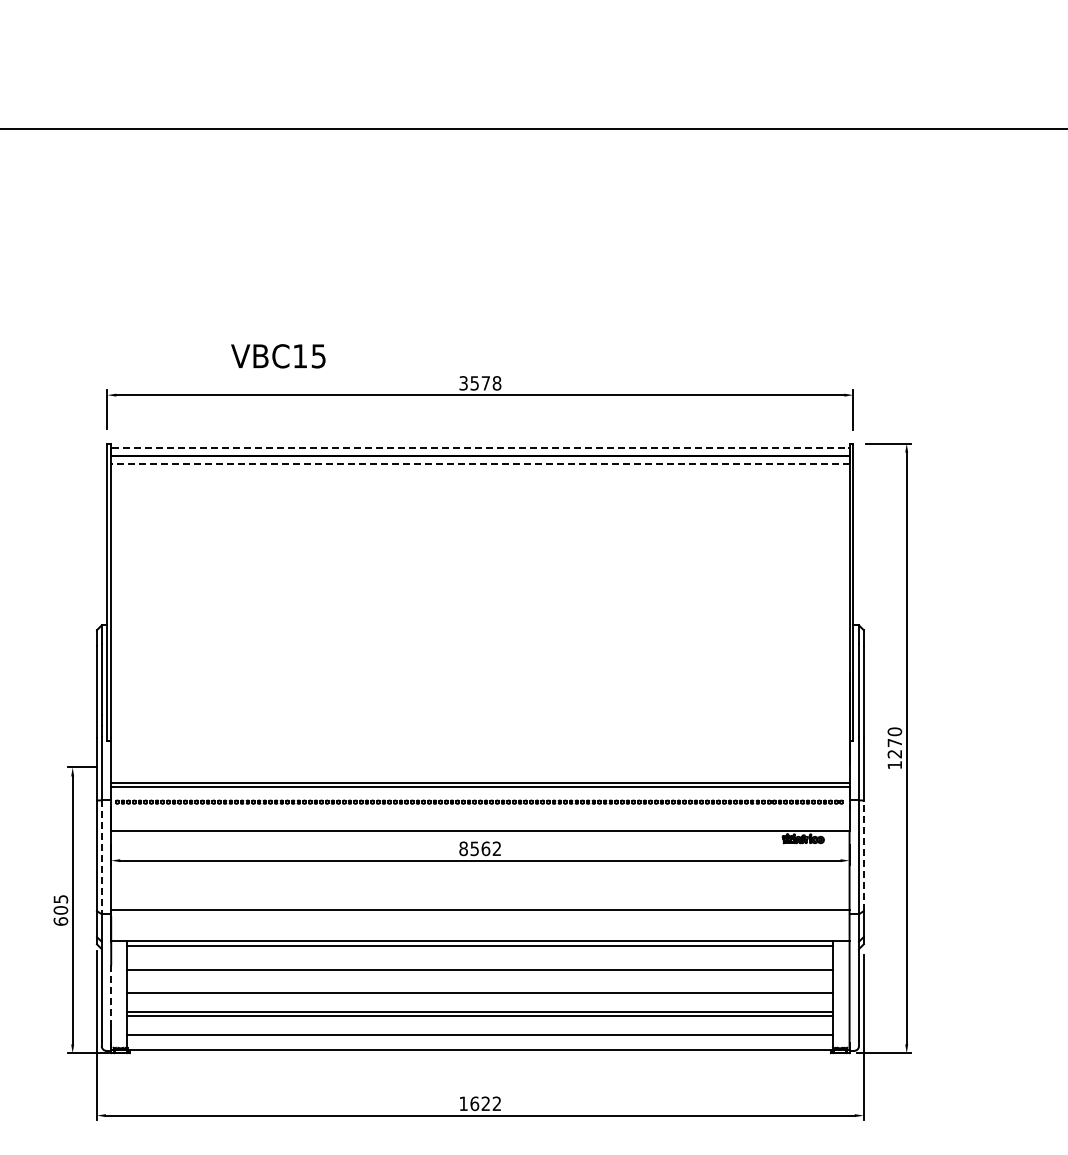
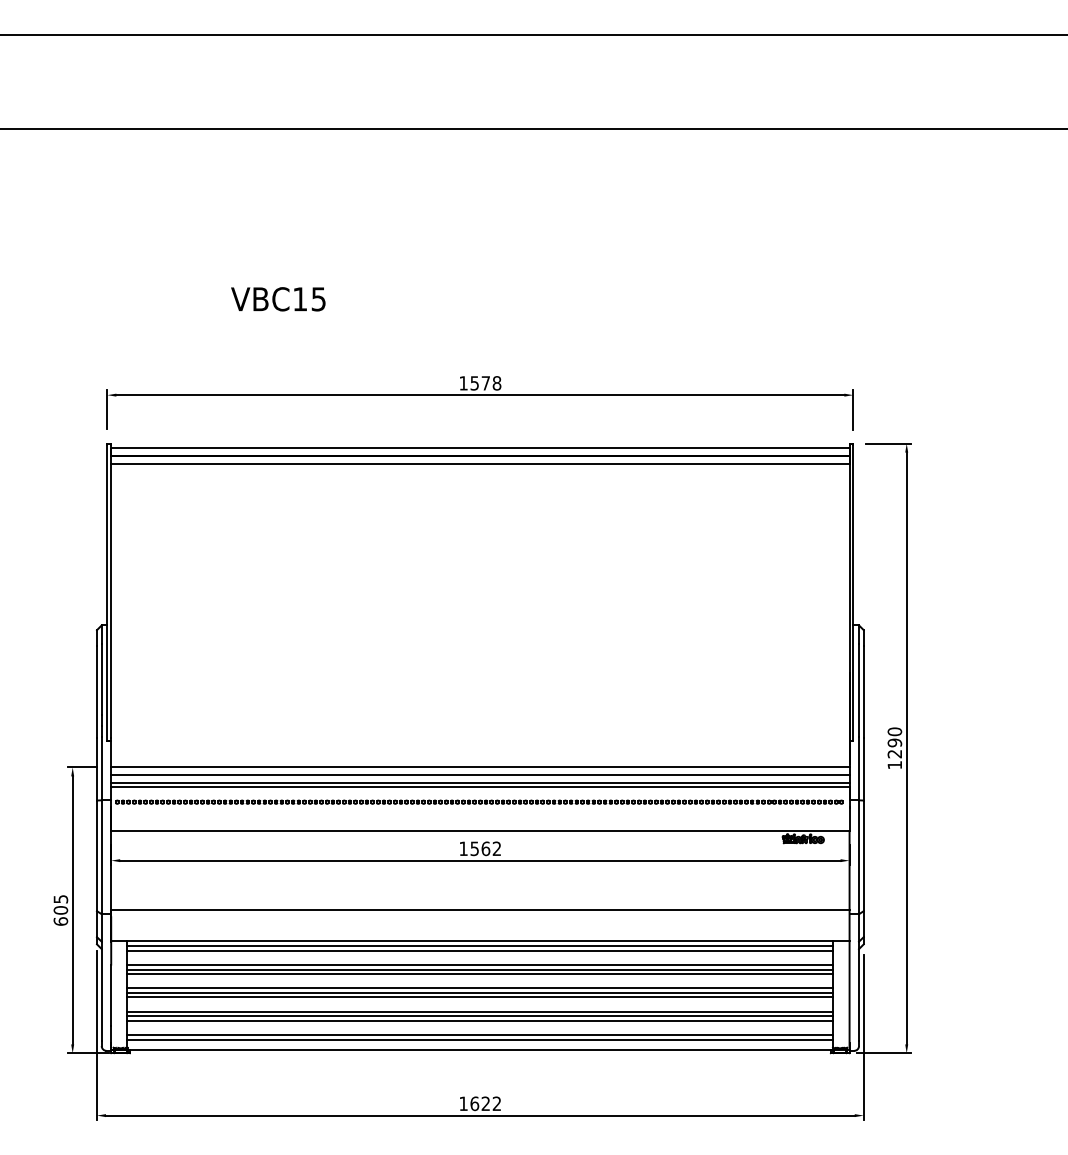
line at (533, 34): none -> present
text at (278, 356) position: (278, 356) -> (278, 299)
text at (463, 383): 3578 -> 1578
line at (480, 447): dashed -> solid
line at (479, 464): dashed -> solid
text at (894, 742): 1270 -> 1290
line at (480, 767): none -> present
line at (480, 774): none -> present
text at (463, 848): 8562 -> 1562
line at (863, 855): dashed -> solid
line at (101, 857): dashed -> solid
line at (480, 950): none -> present
line at (480, 965): none -> present
line at (480, 974): none -> present
line at (480, 988): none -> present
line at (111, 995): dashed -> solid
line at (480, 997): none -> present
line at (480, 1020): none -> present
line at (480, 1040): none -> present
